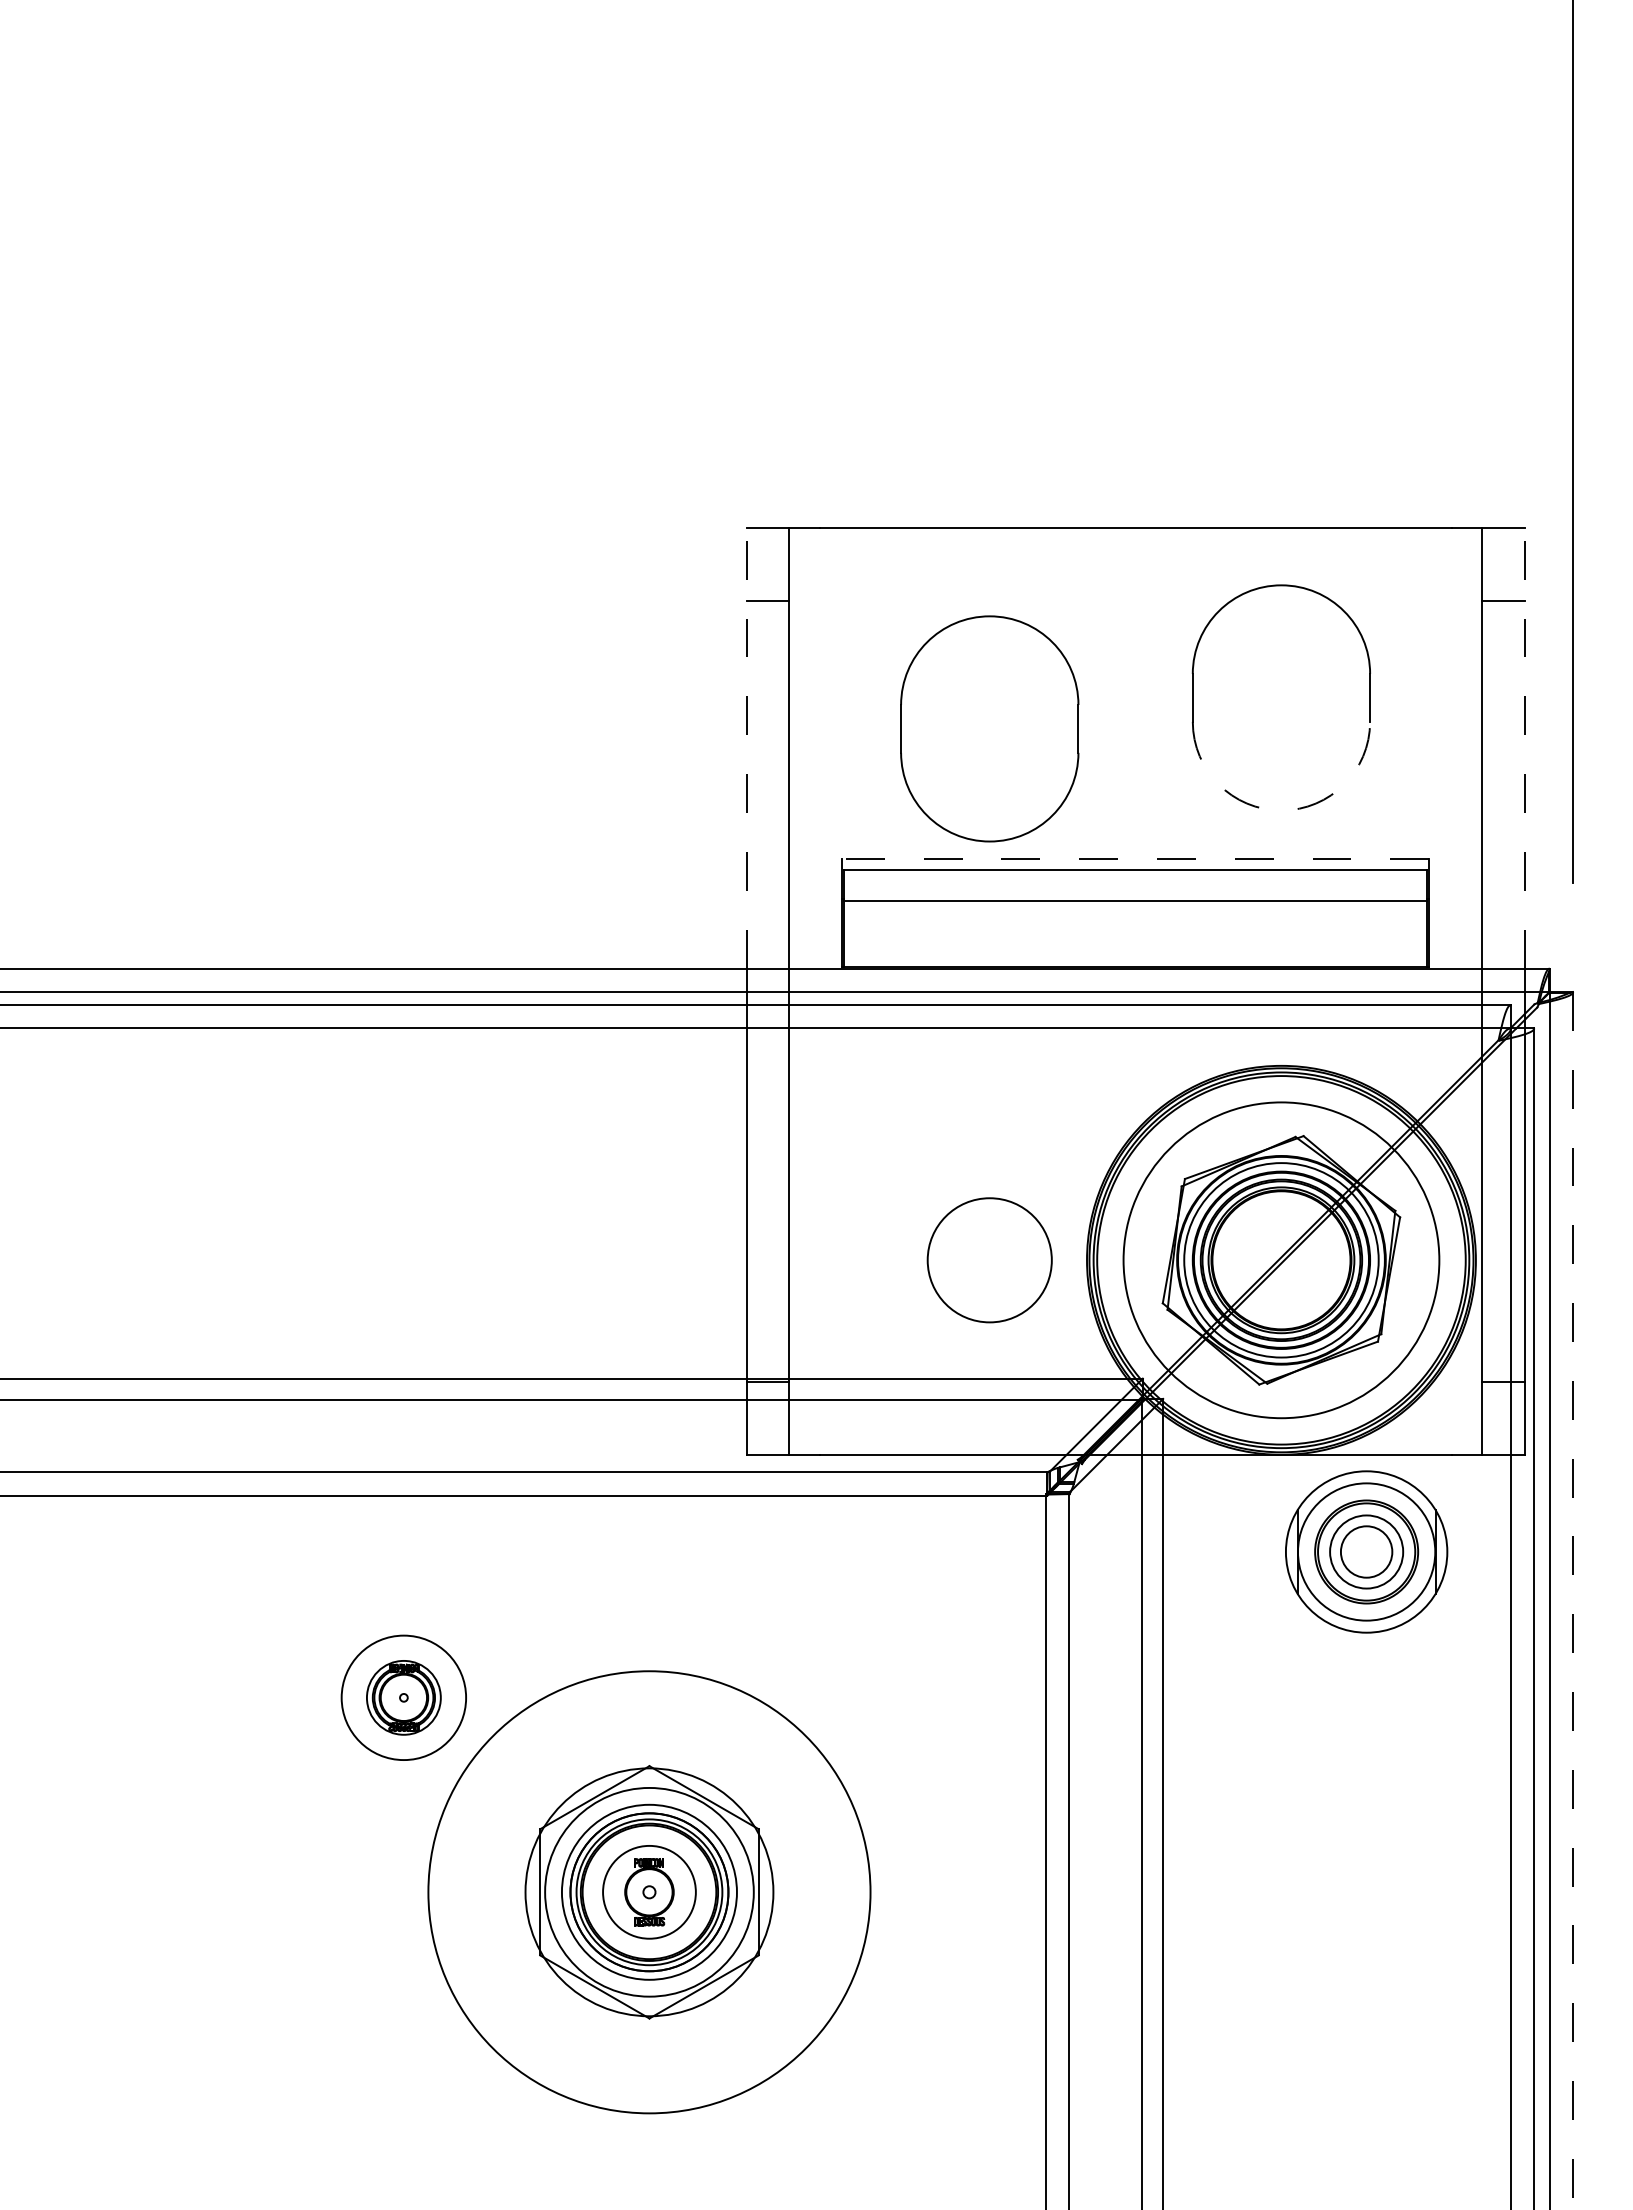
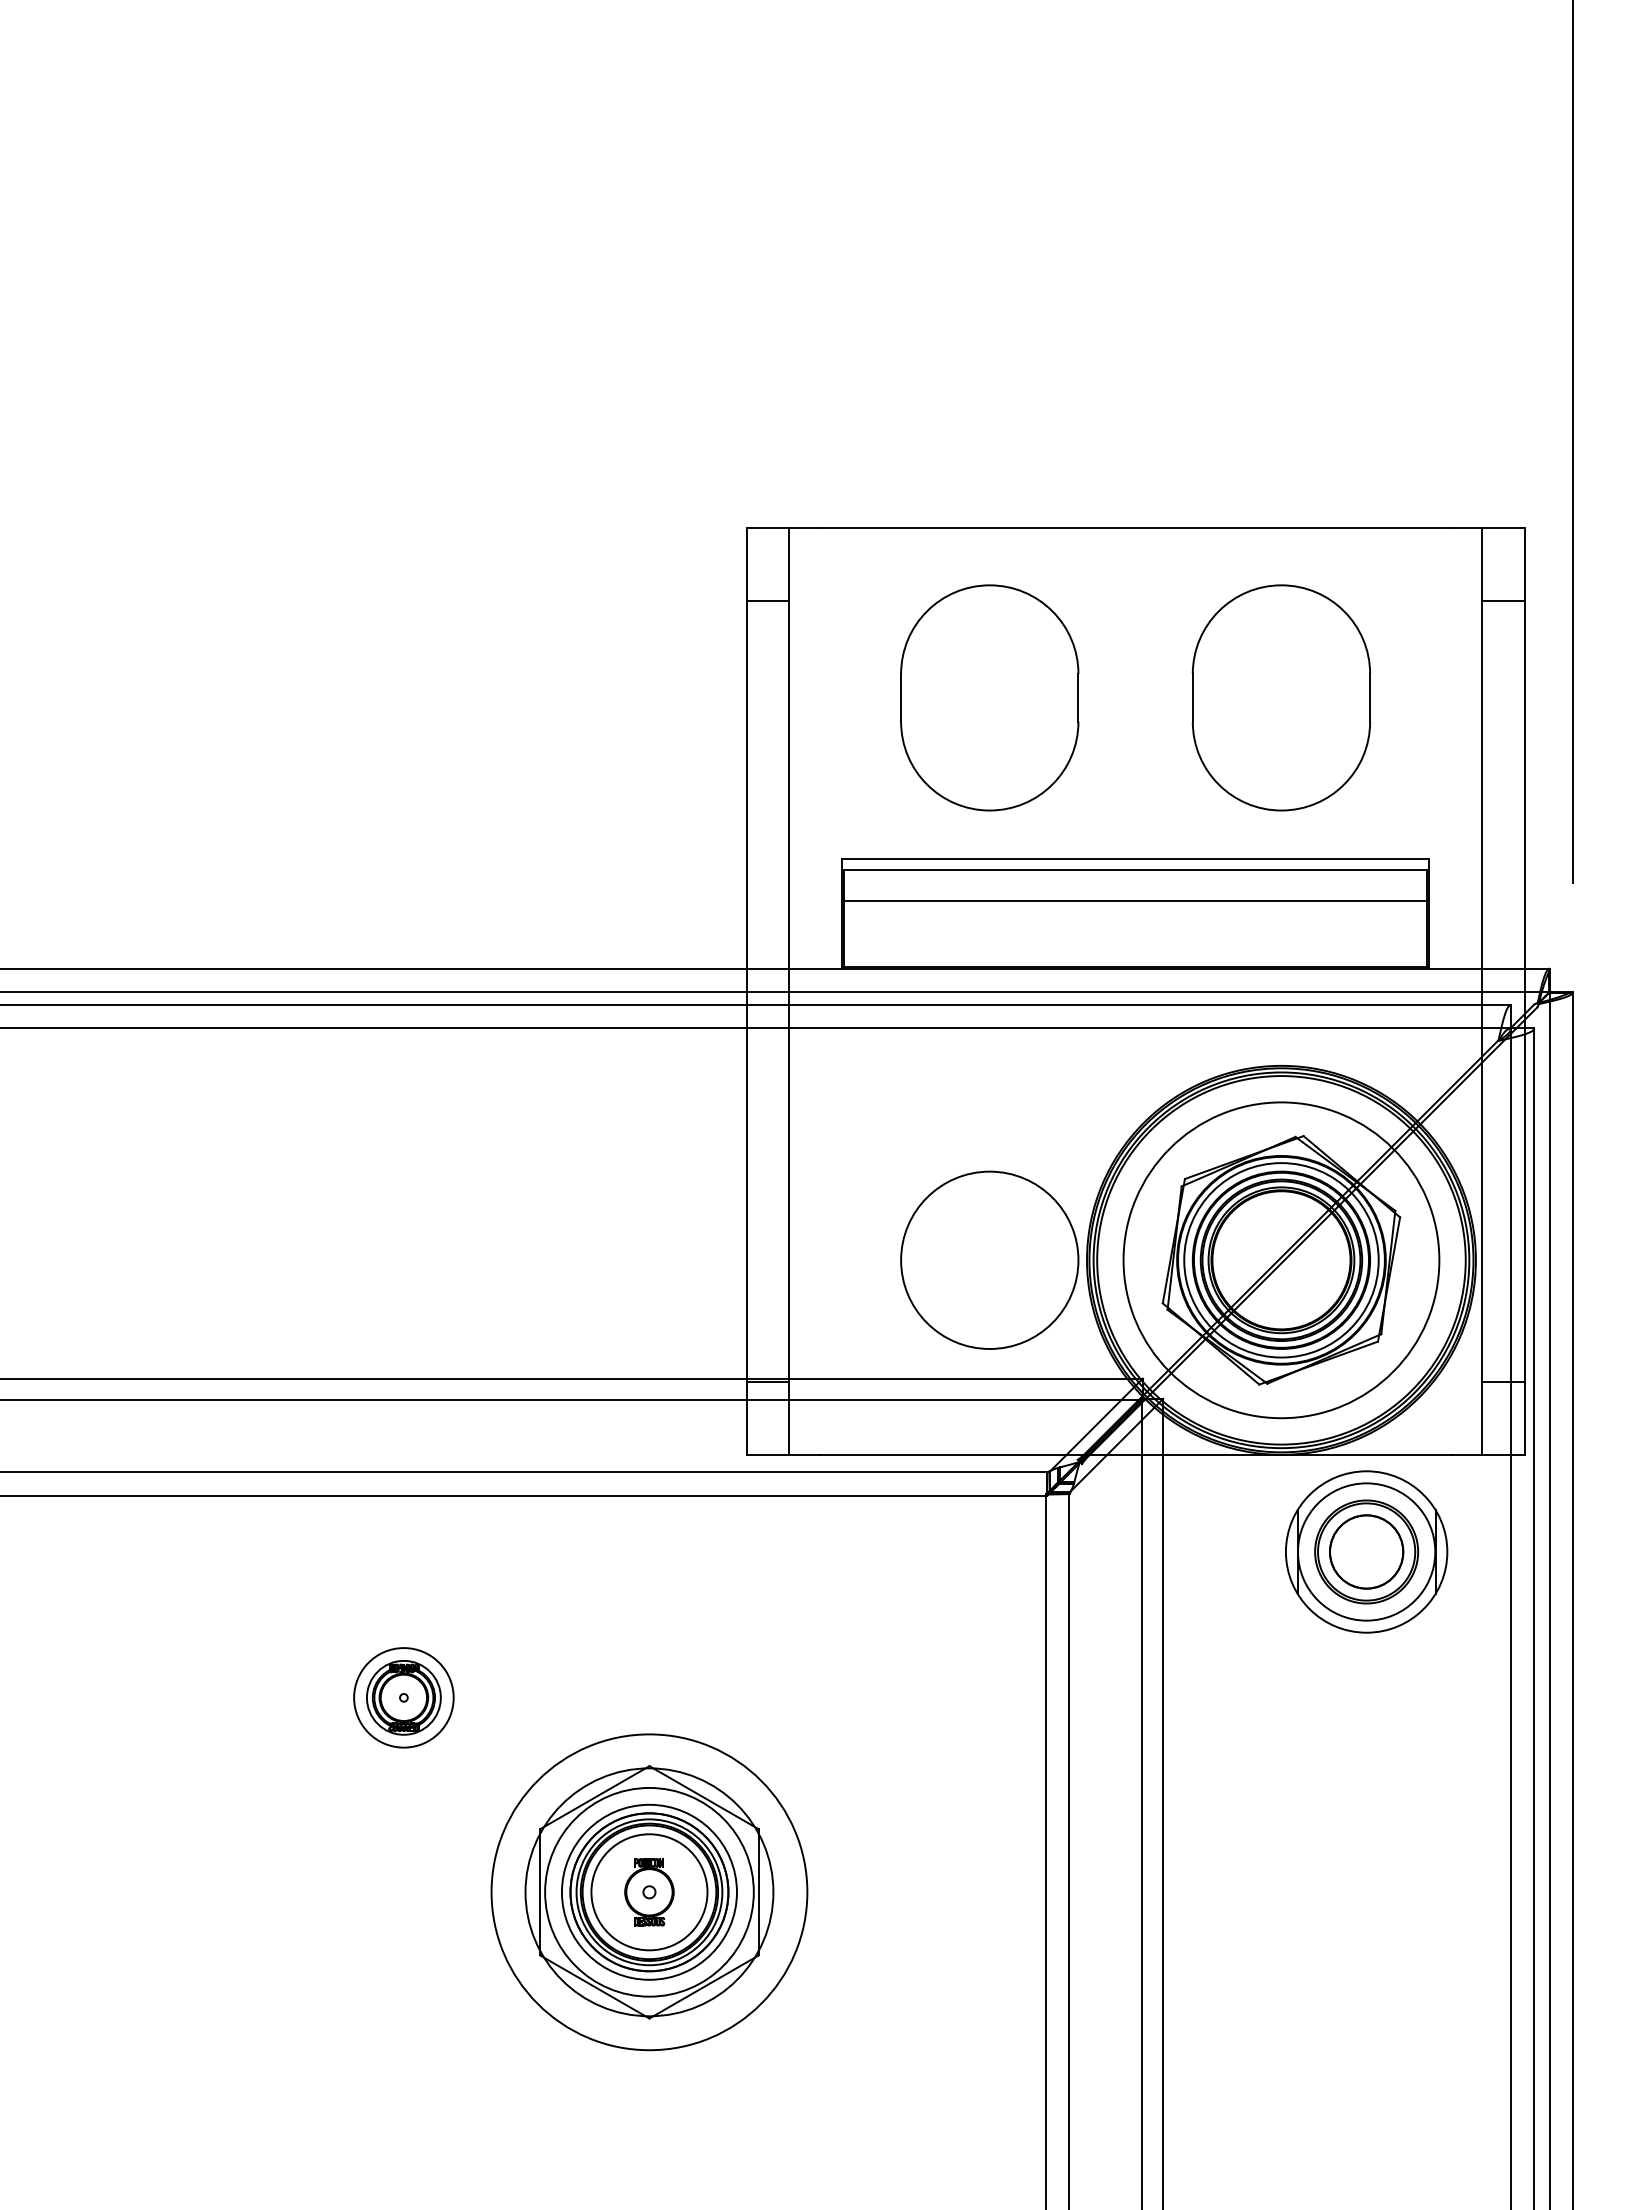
part at (989, 728) position: (989, 728) -> (989, 697)
line at (746, 747): dashed -> solid
line at (1524, 747): dashed -> solid
arc at (1281, 810): dashed -> solid
line at (1135, 858): dashed -> solid
circle at (989, 1260) diameter: 124 px -> 177 px
circle at (1366, 1551) diameter: 51 px -> 73 px
line at (1573, 1600): dashed -> solid
circle at (403, 1697) diameter: 124 px -> 100 px
circle at (649, 1891) diameter: 93 px -> 116 px
circle at (649, 1892) diameter: 442 px -> 316 px
